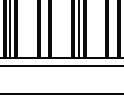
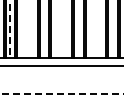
line at (10, 29): solid -> dashed
line at (78, 30): present -> none
line at (62, 93): solid -> dashed
